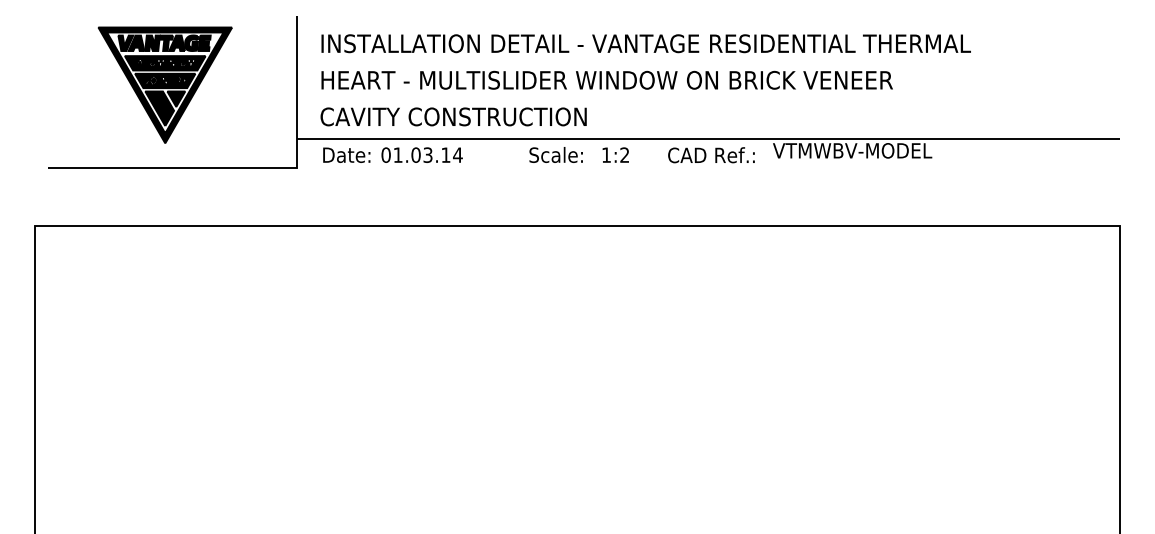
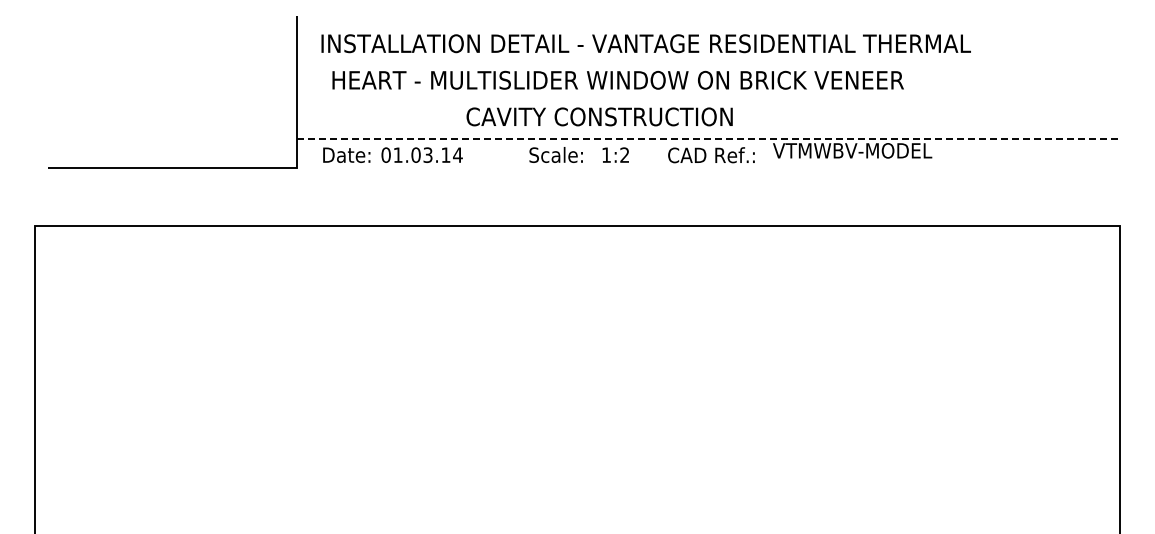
text at (606, 79) position: (606, 79) -> (617, 79)
part at (164, 84): present -> none
text at (453, 116) position: (453, 116) -> (599, 116)
line at (708, 138): solid -> dashed
